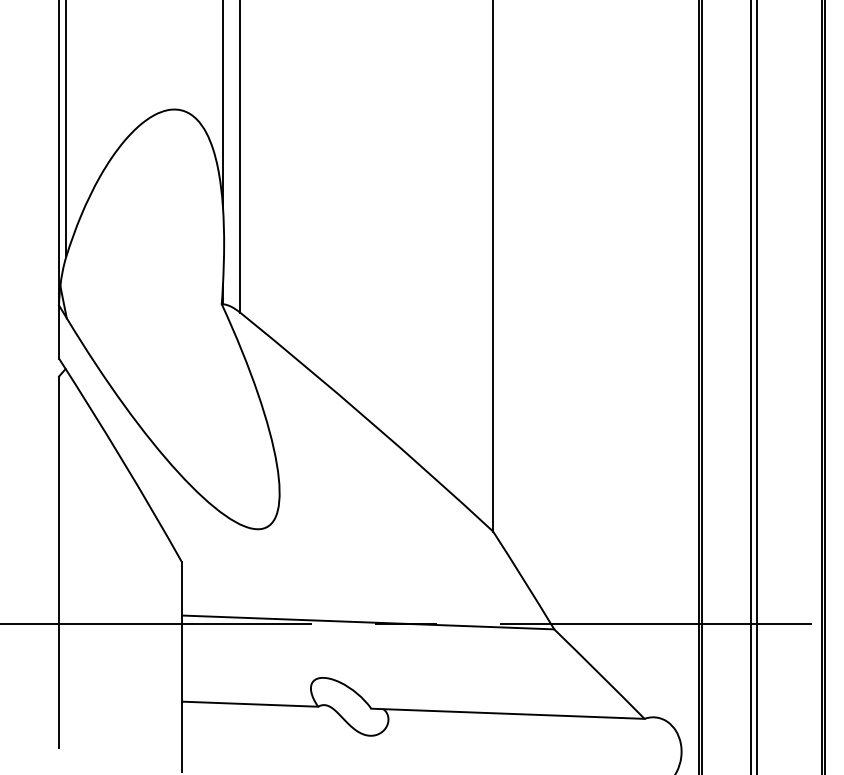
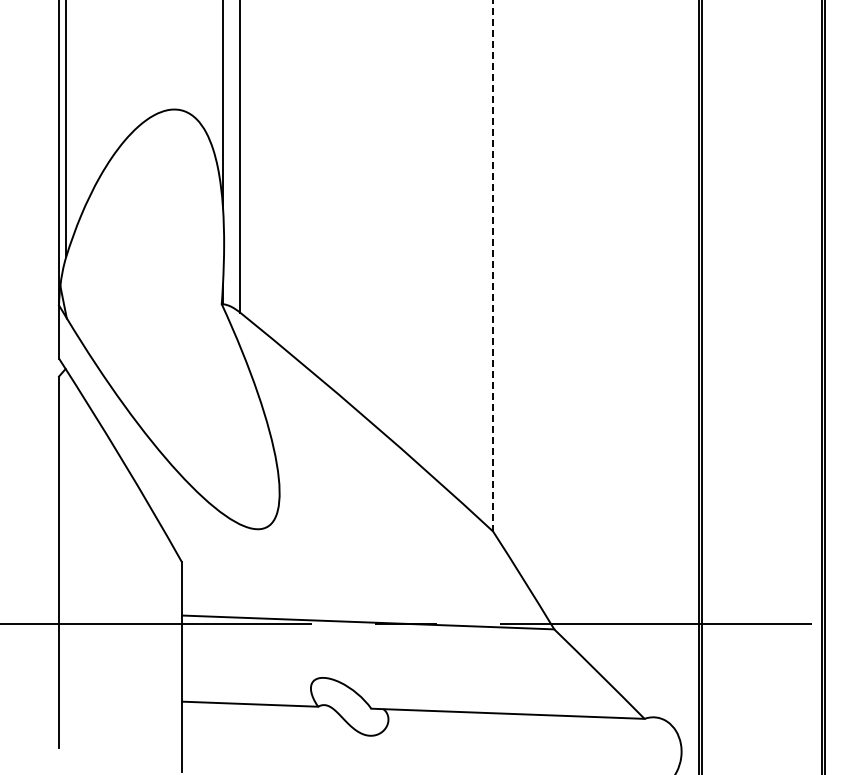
line at (493, 265): solid -> dashed
line at (750, 386): present -> none
line at (757, 386): present -> none
